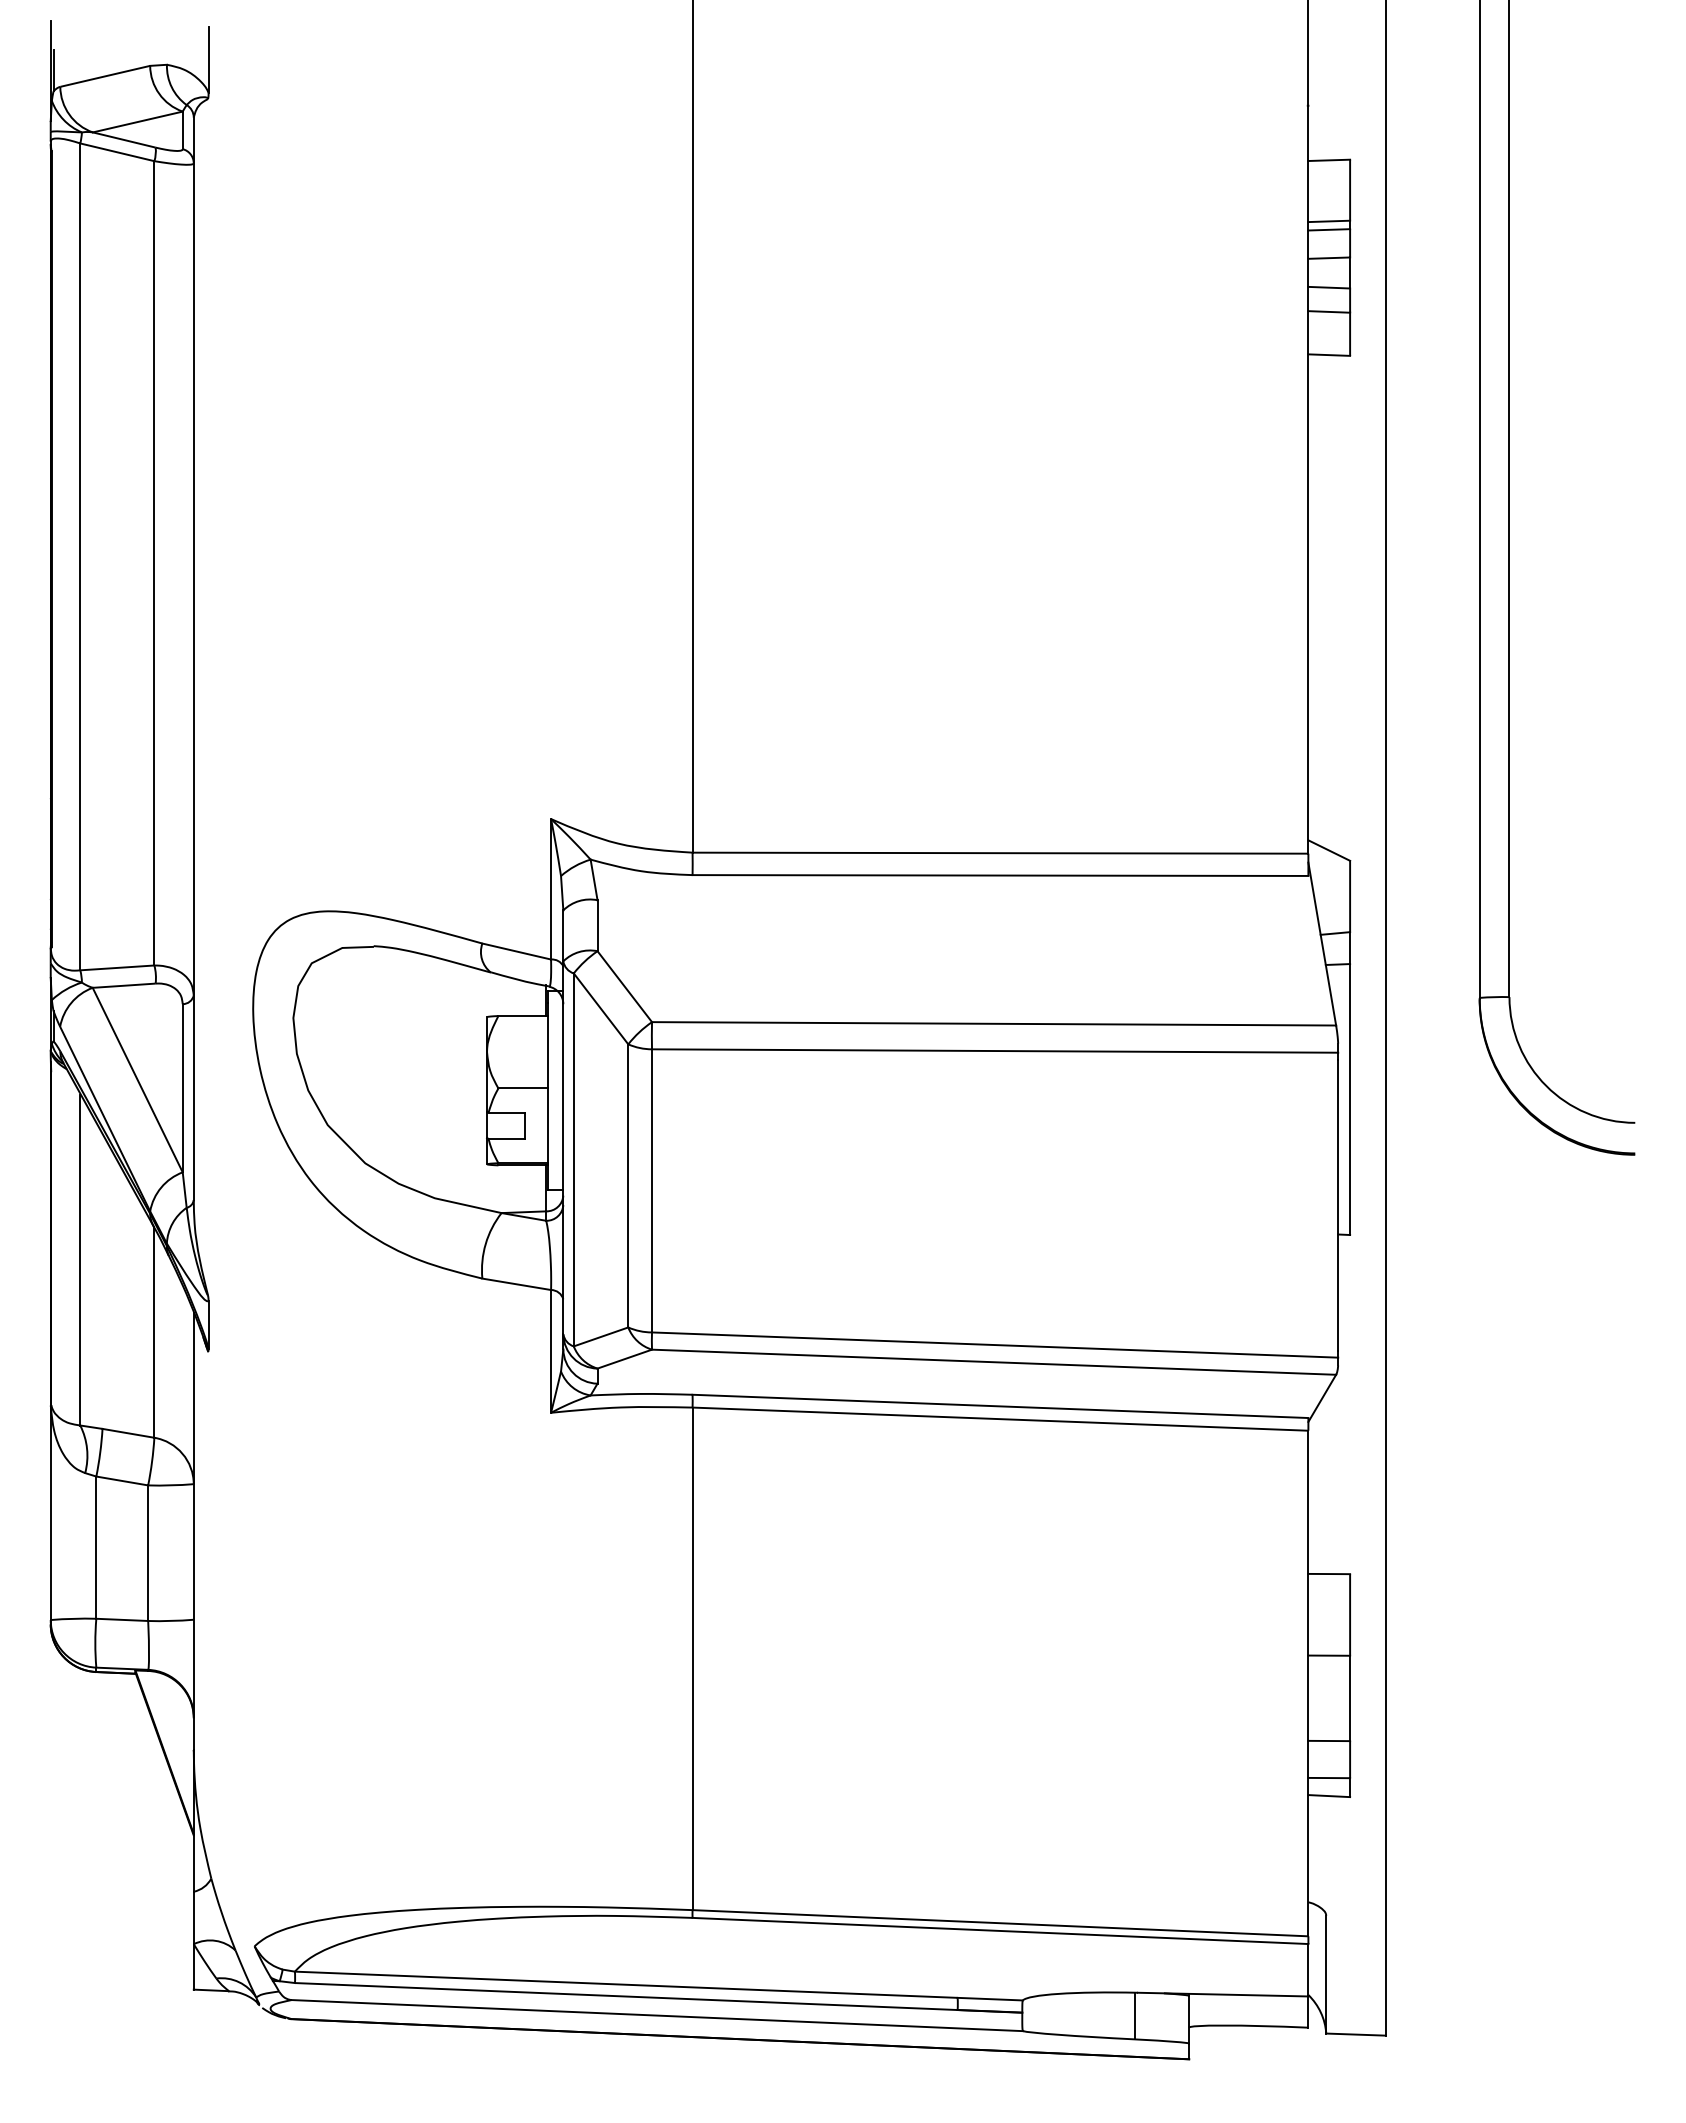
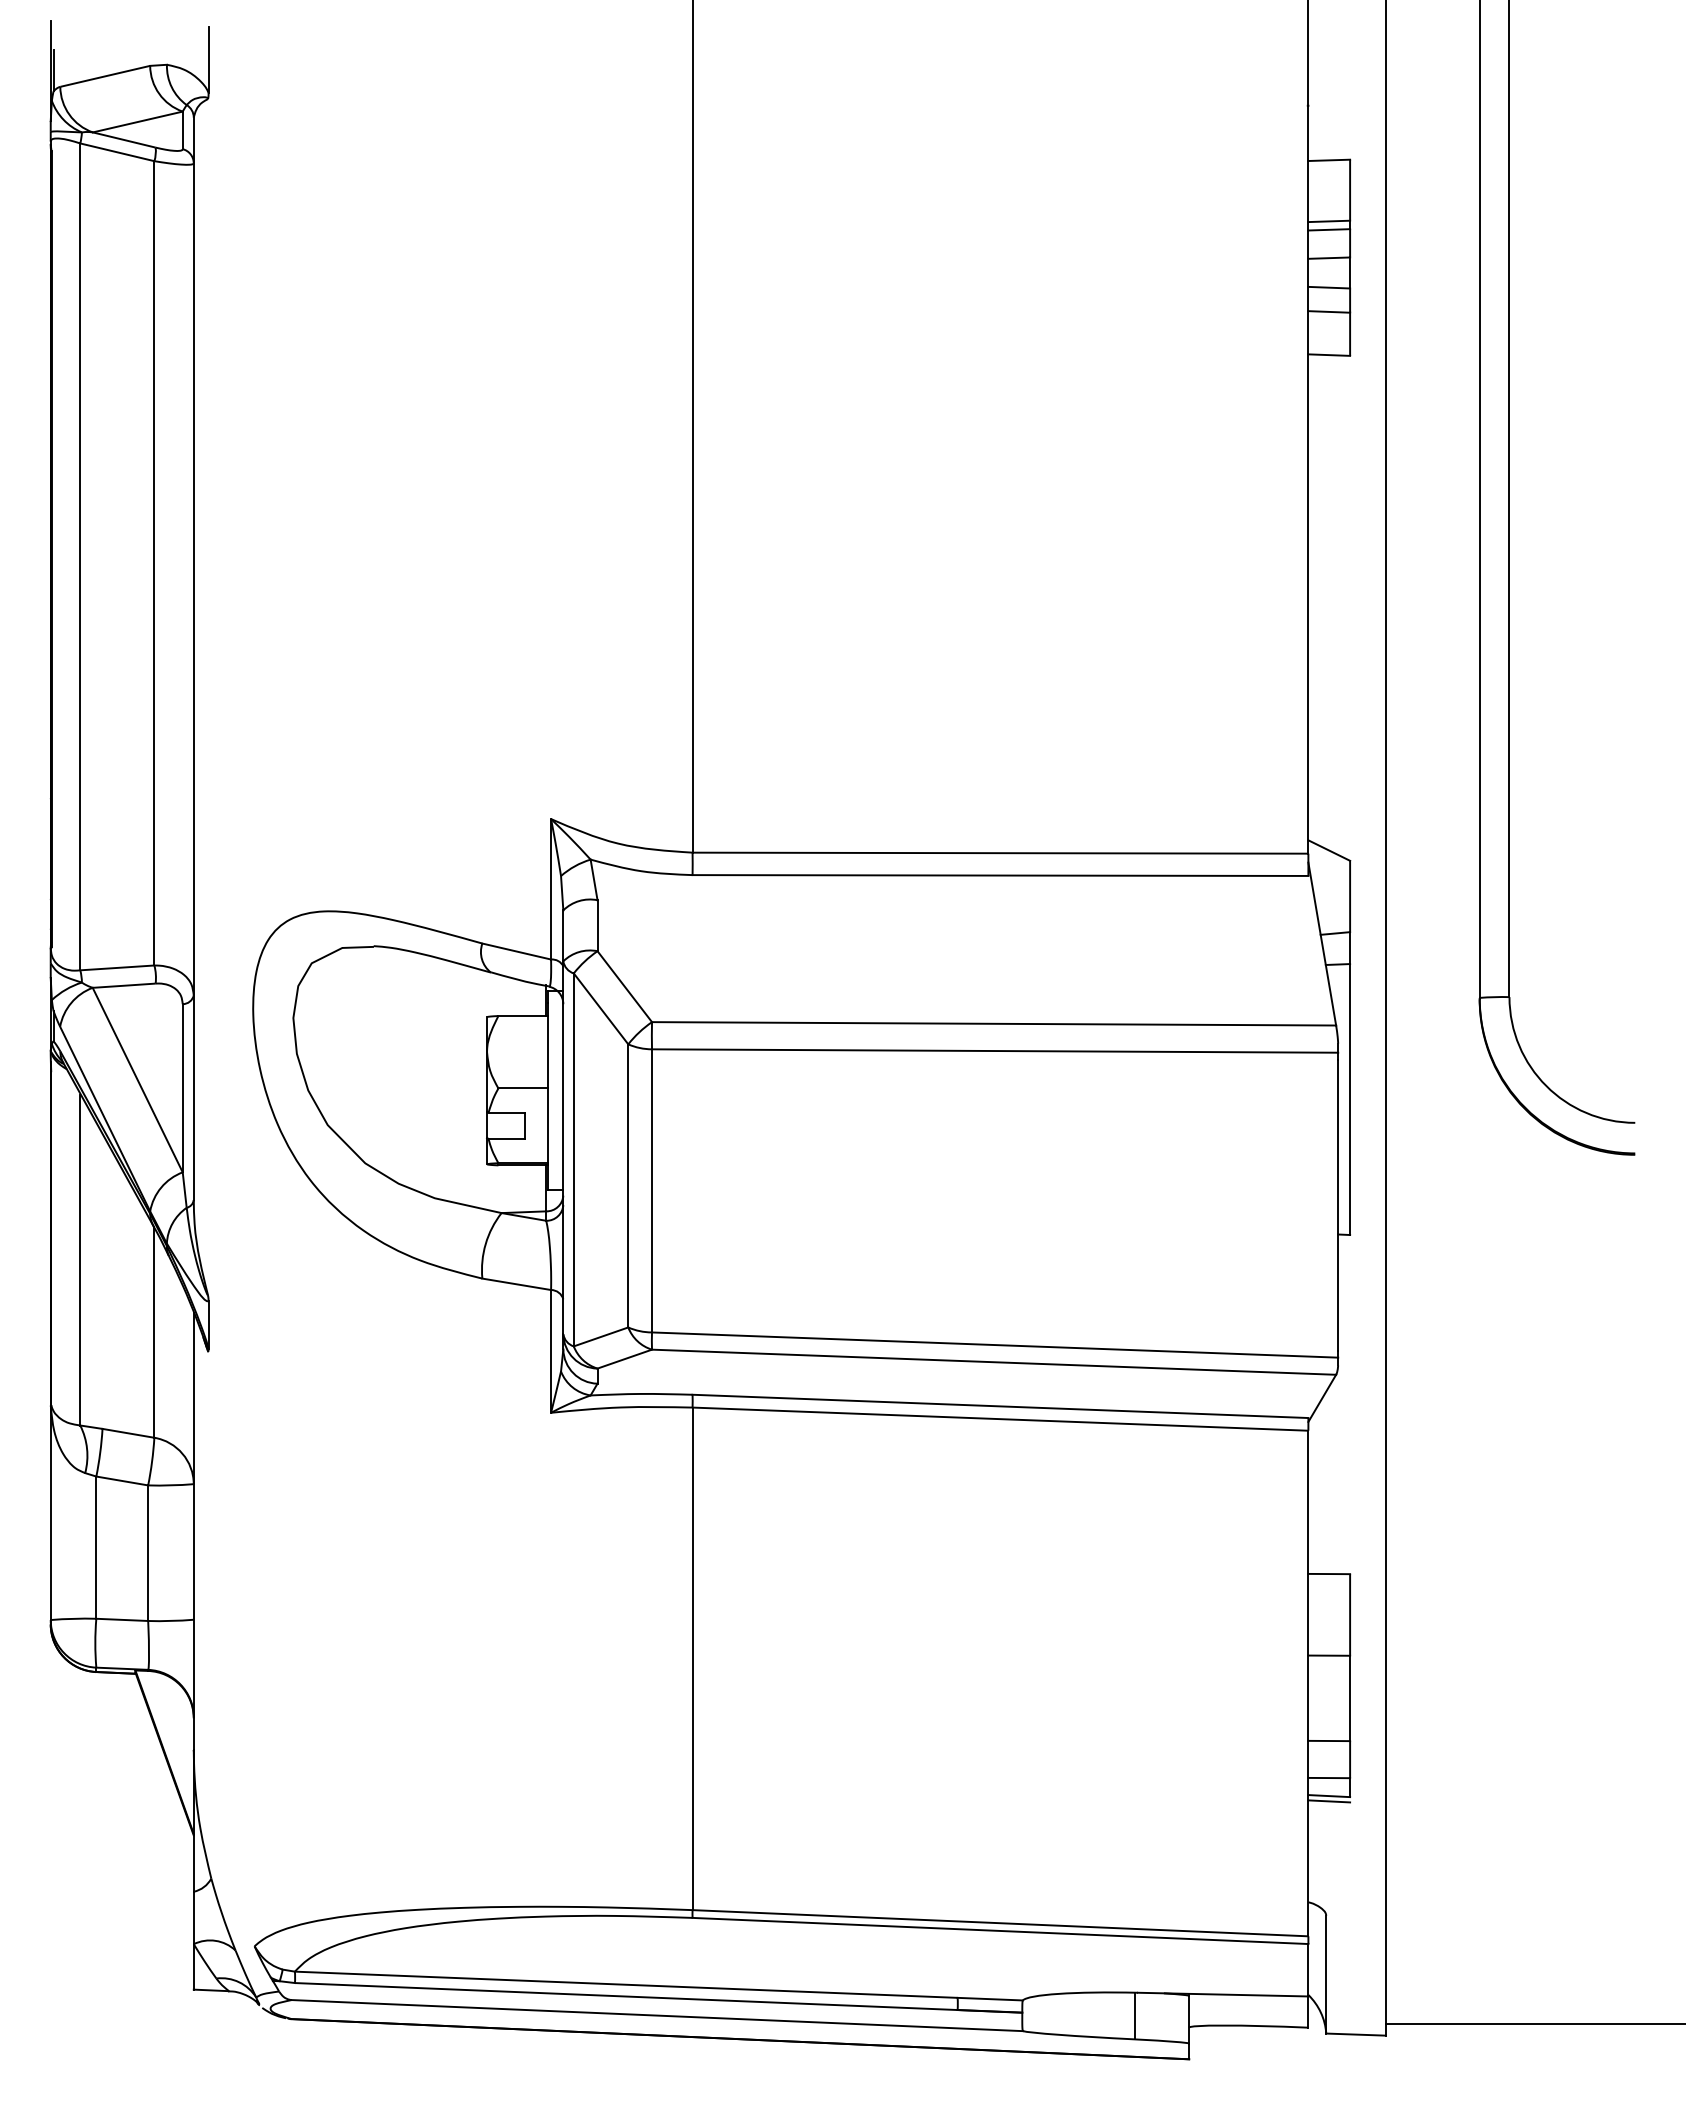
line at (1329, 1801): none -> present
line at (1533, 2023): none -> present
